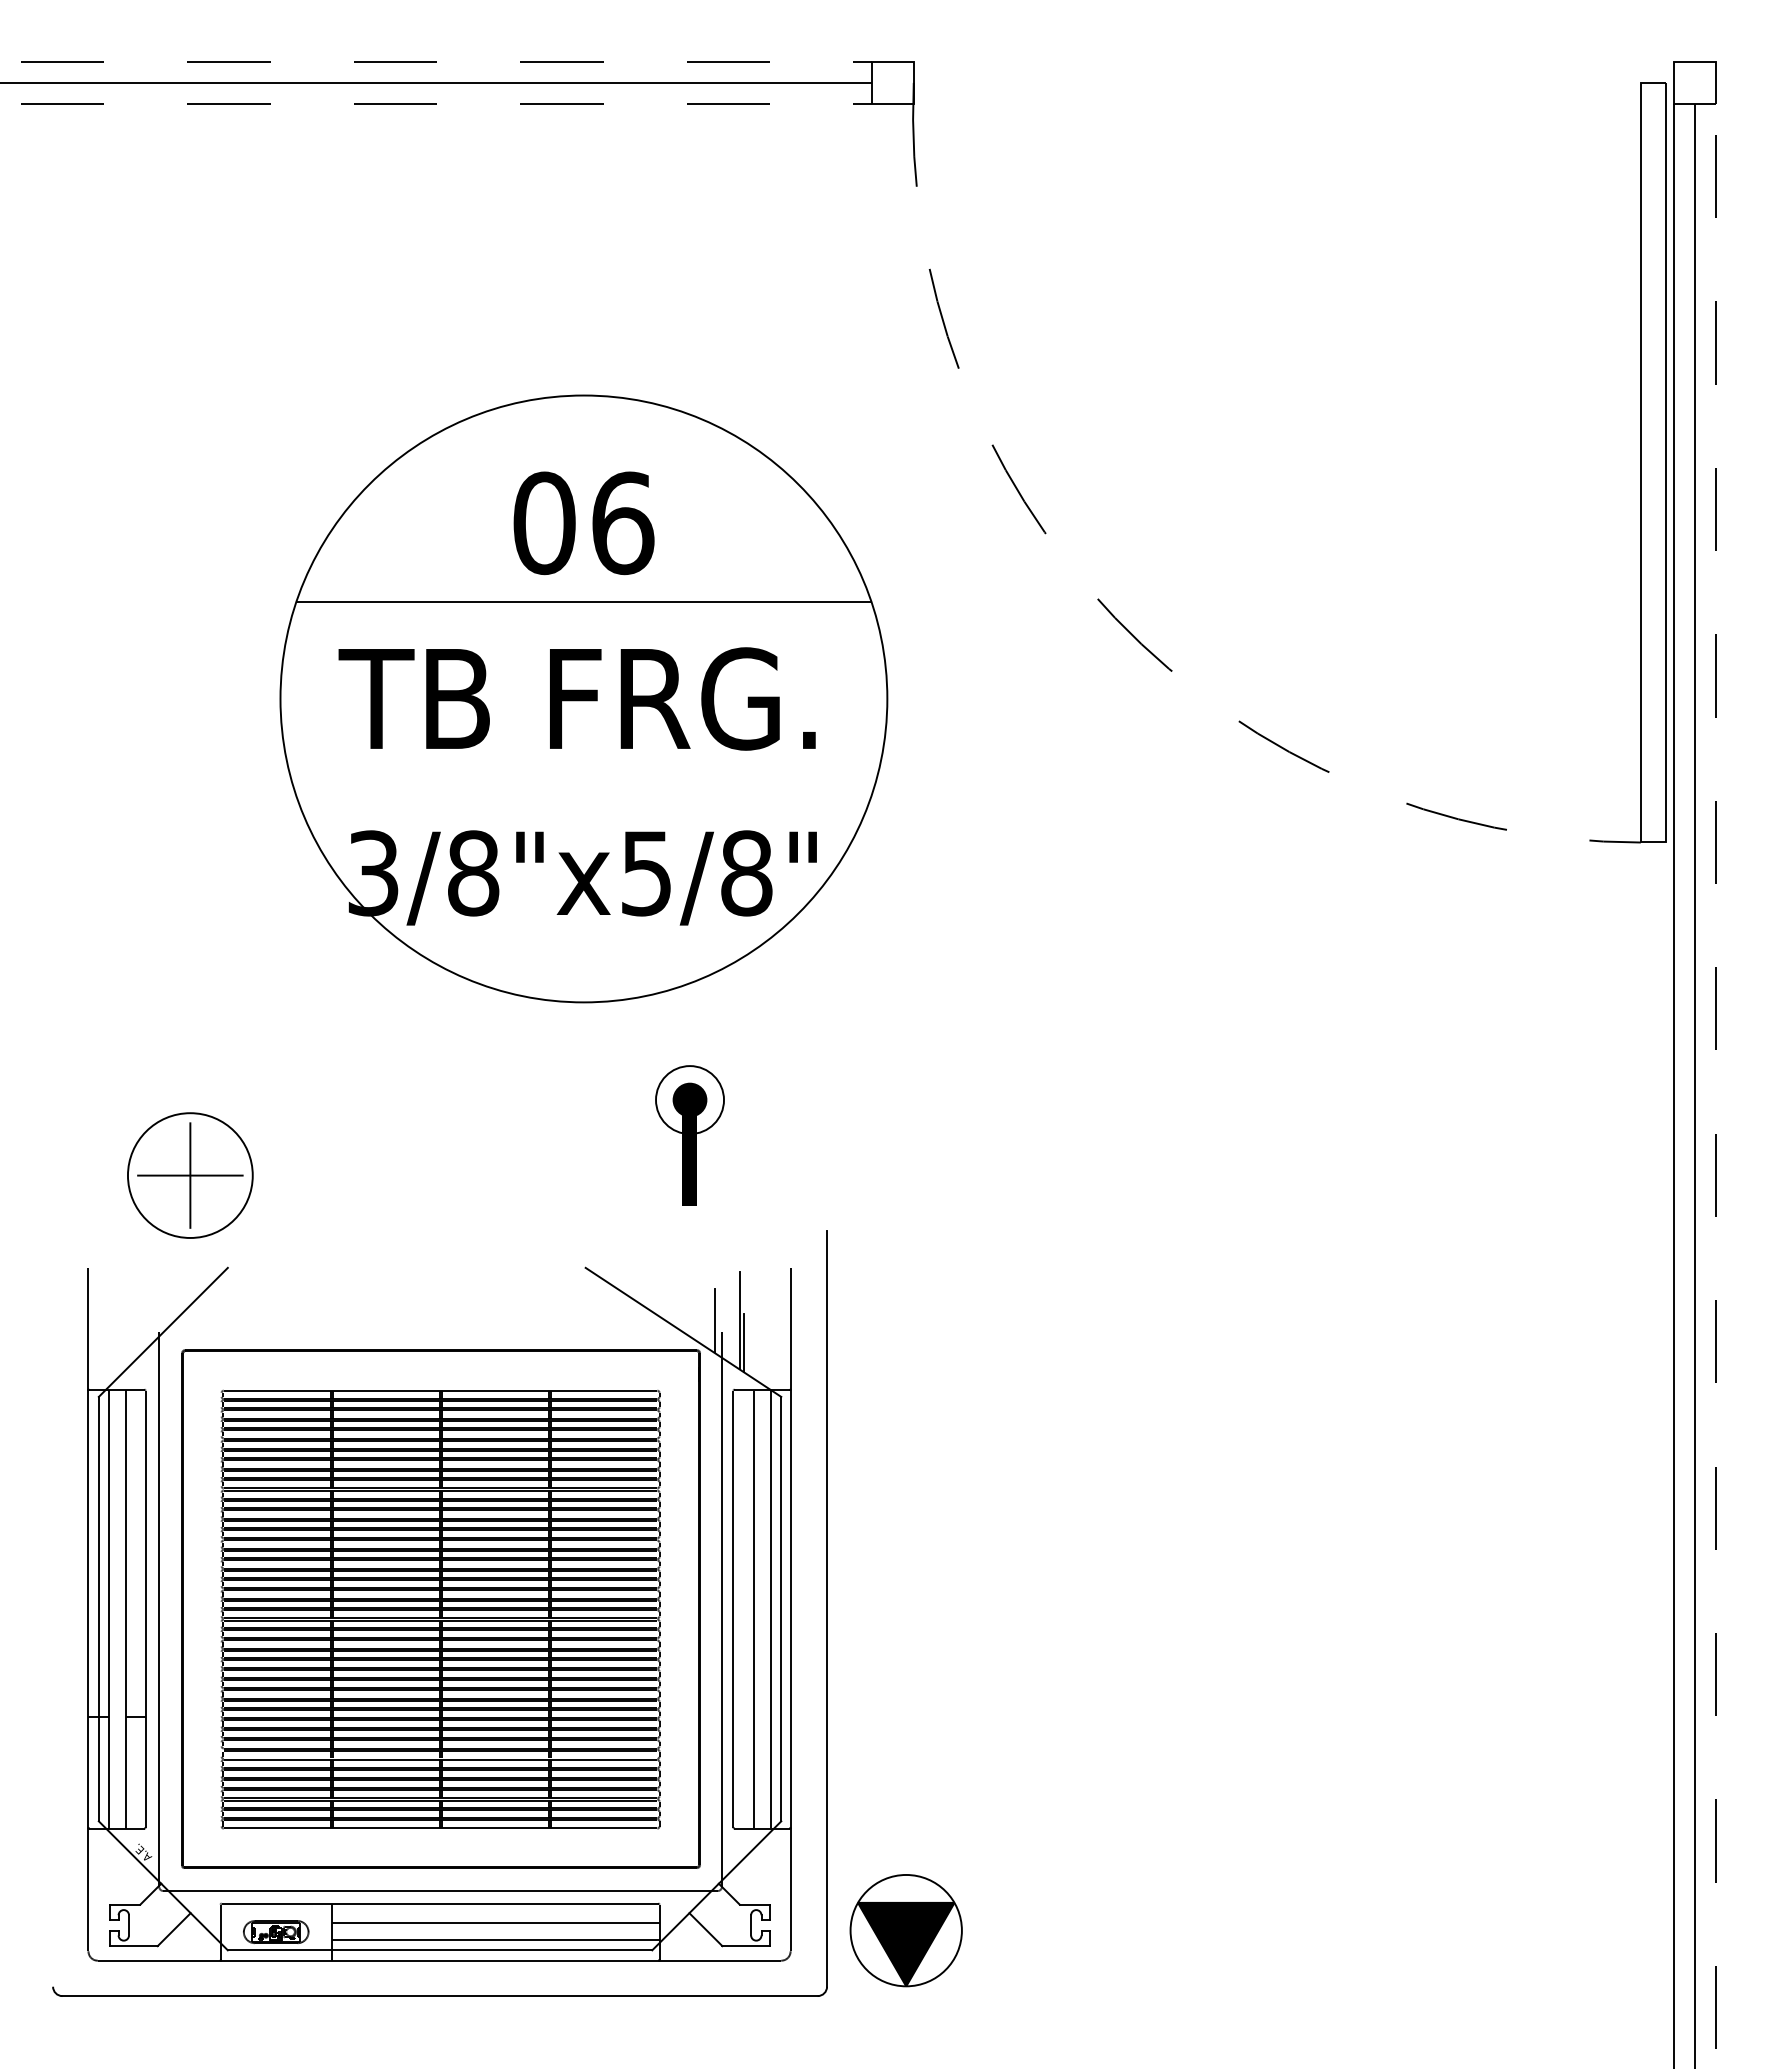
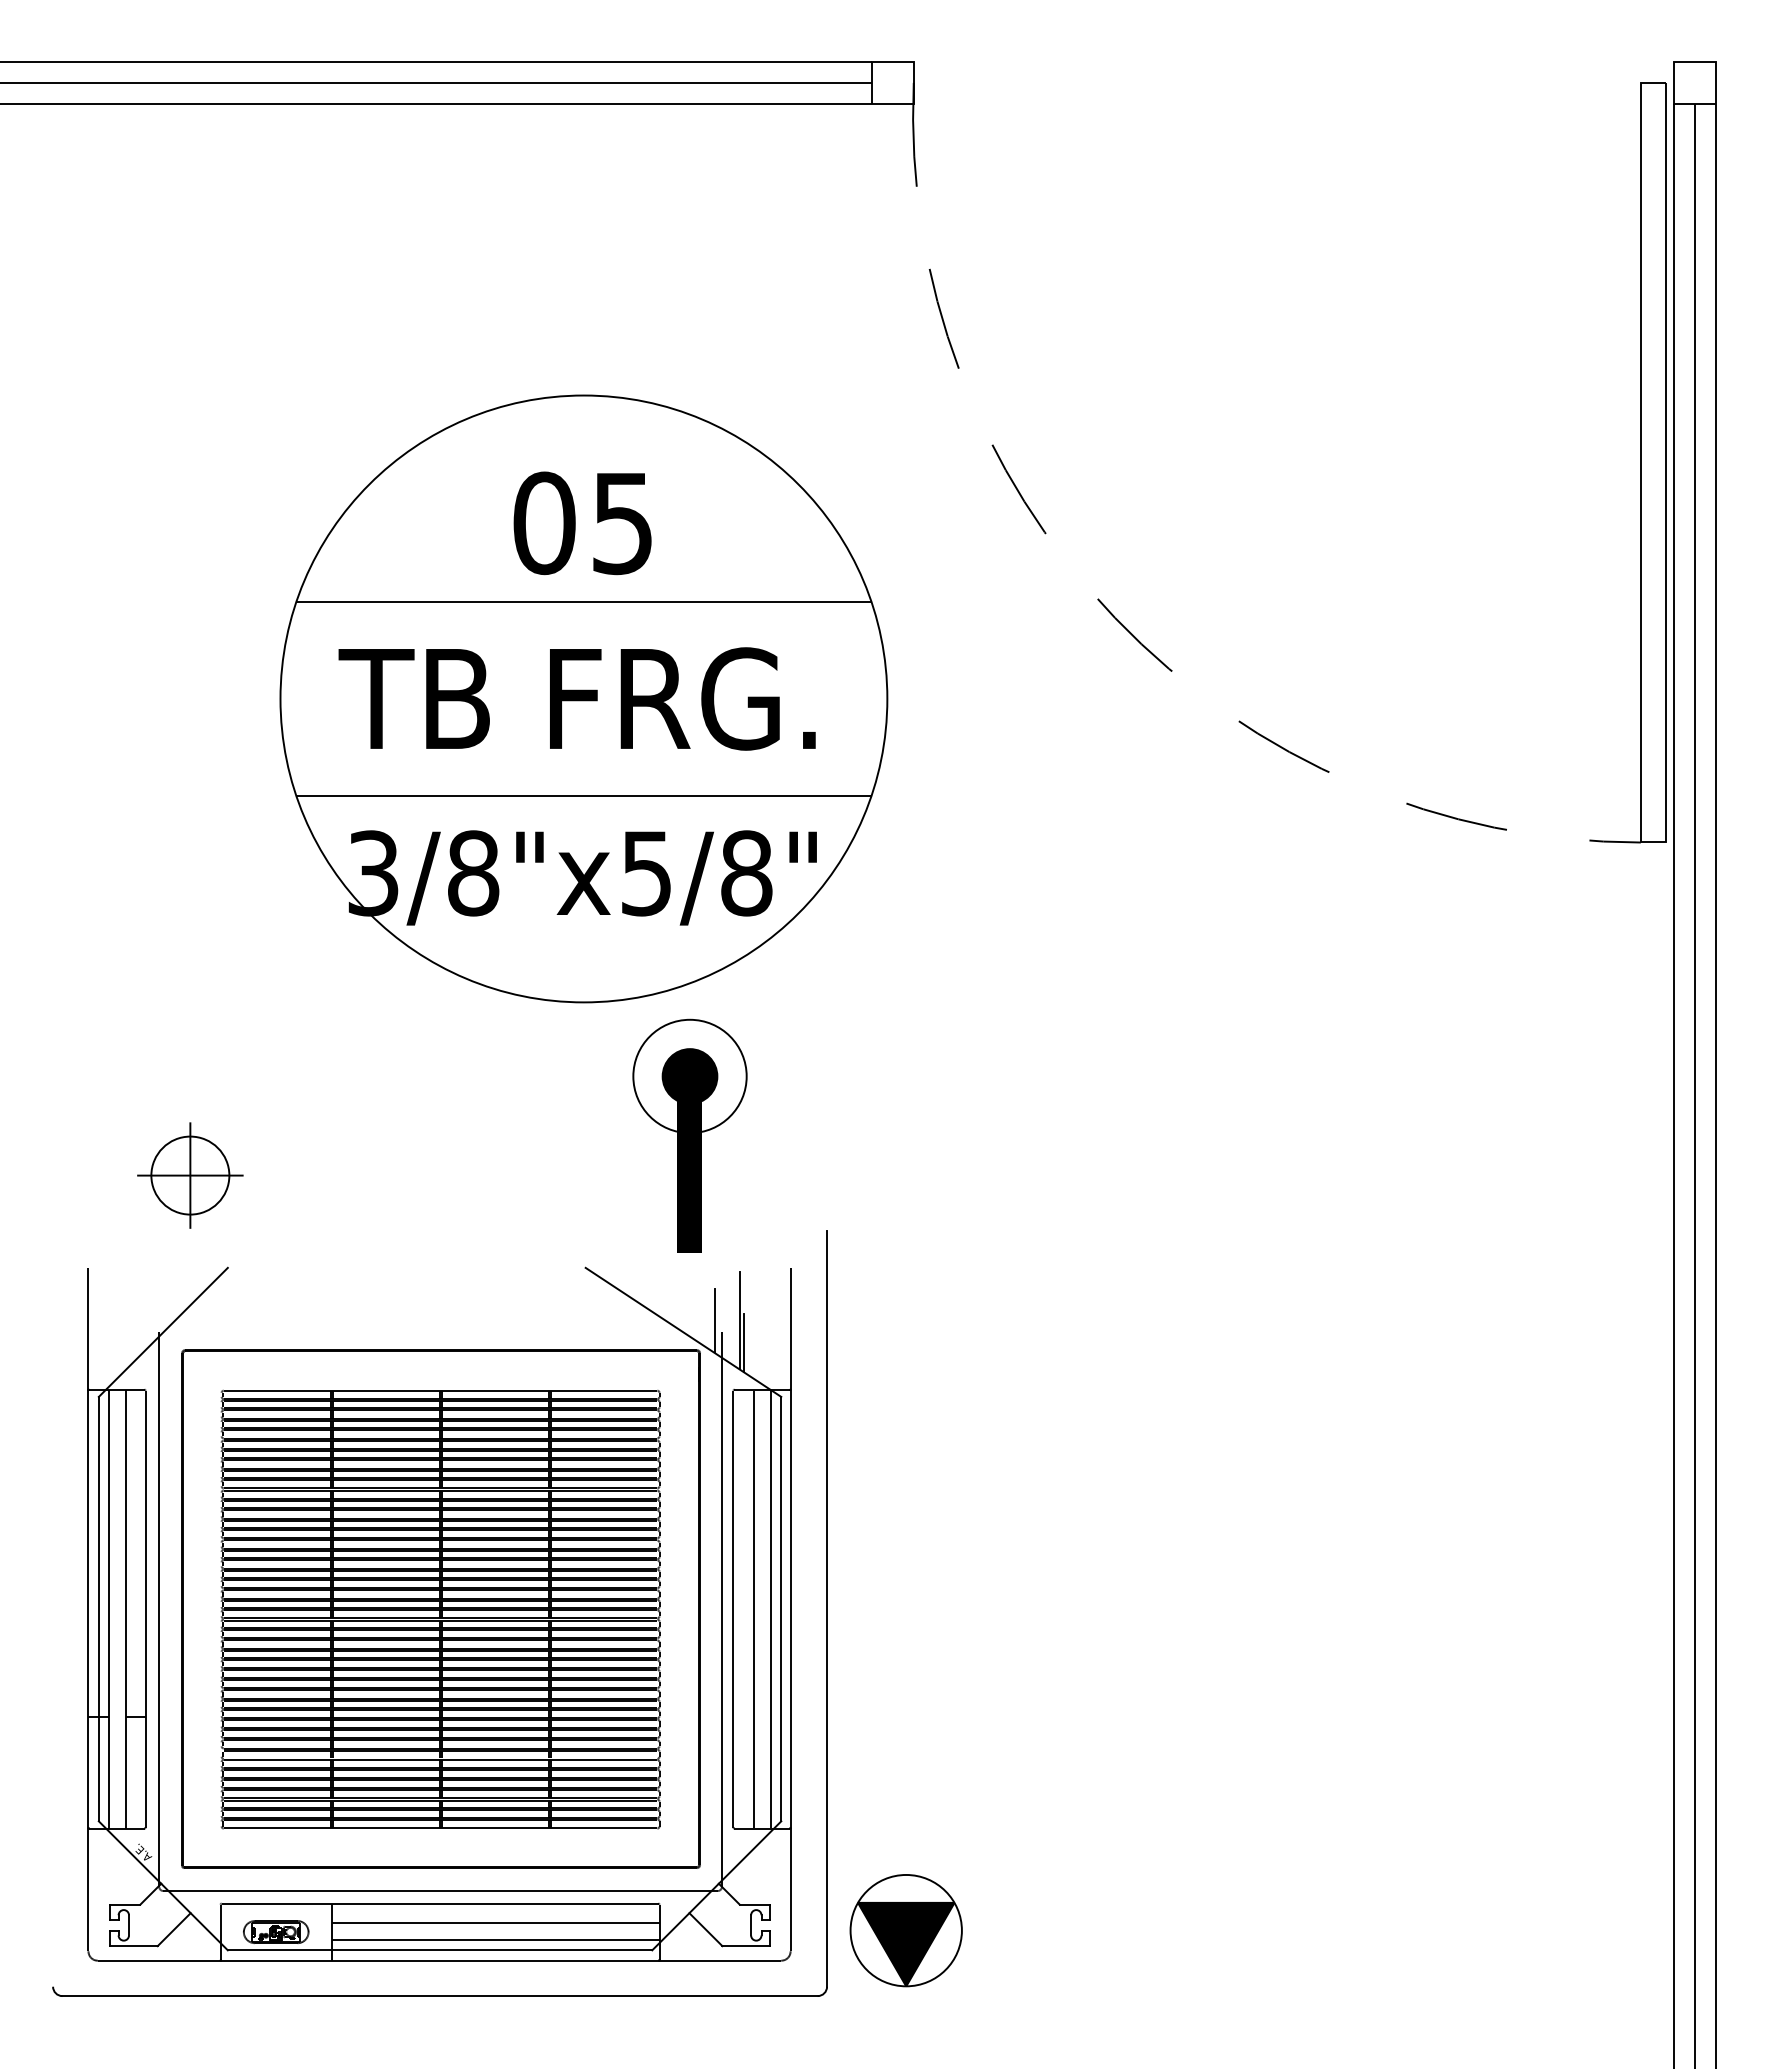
line at (436, 62): dashed -> solid
line at (436, 103): dashed -> solid
text at (623, 523): 06 -> 05
line at (583, 796): none -> present
line at (1715, 1085): dashed -> solid
part at (689, 1135) size: 70x141 px -> 116x235 px
circle at (189, 1175) diameter: 125 px -> 78 px
